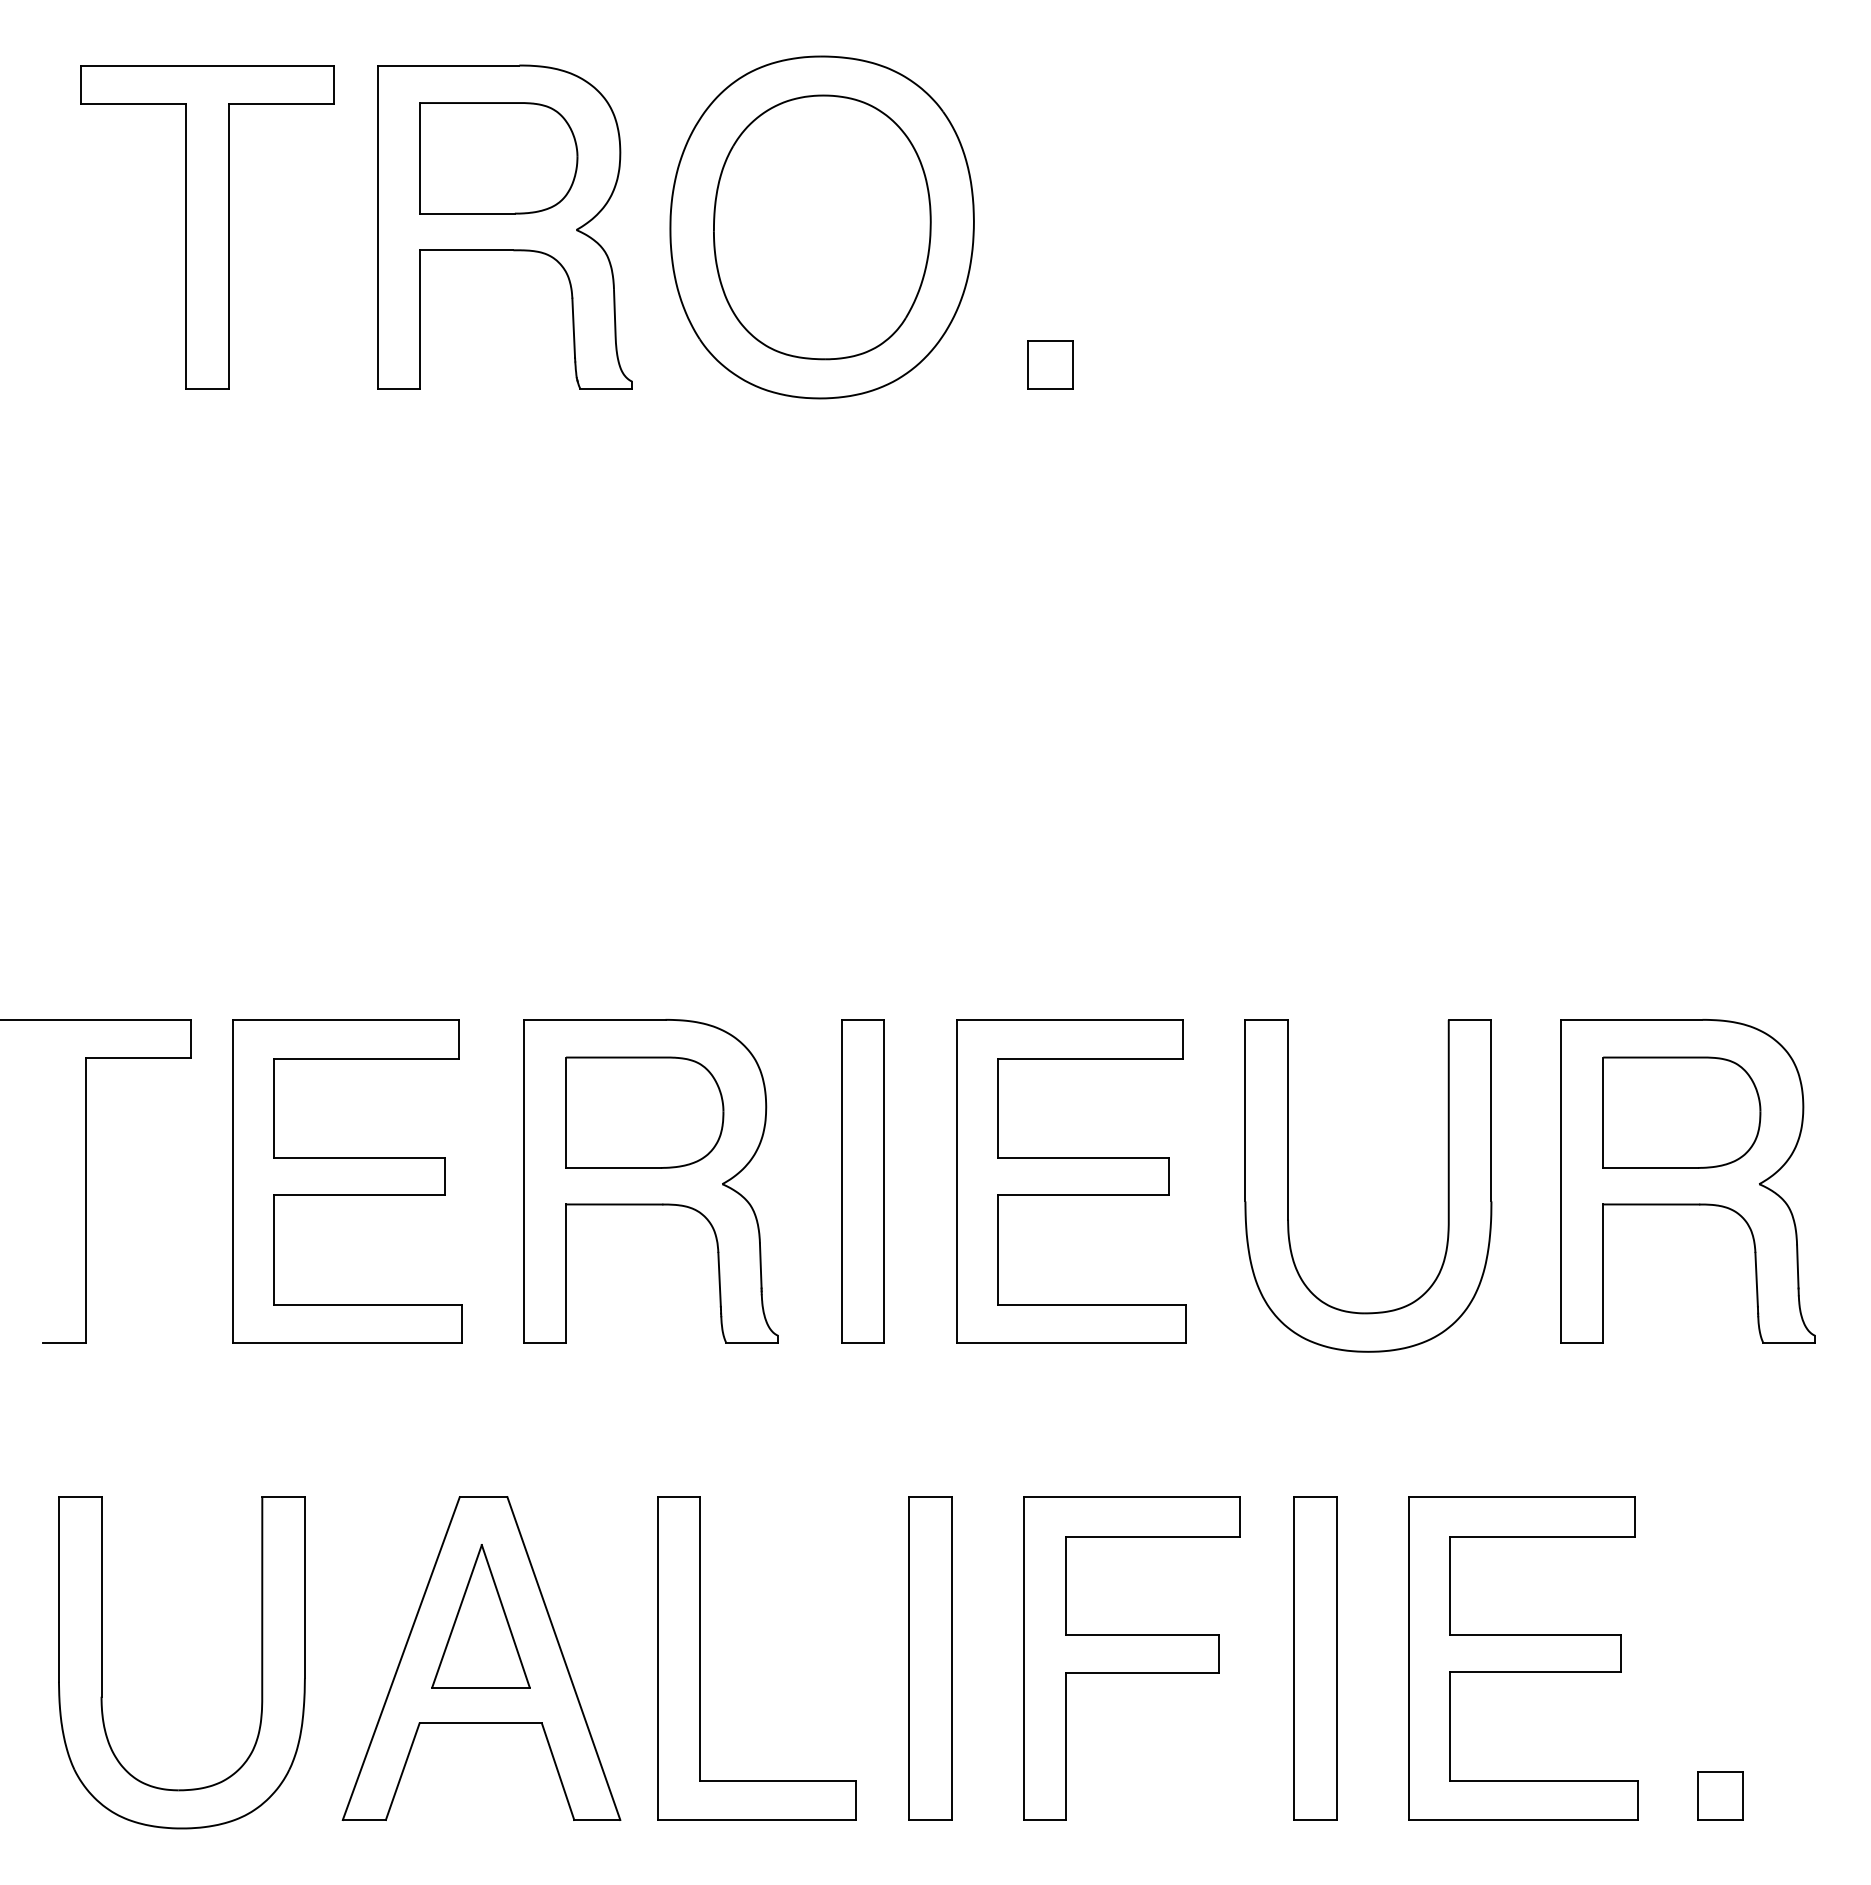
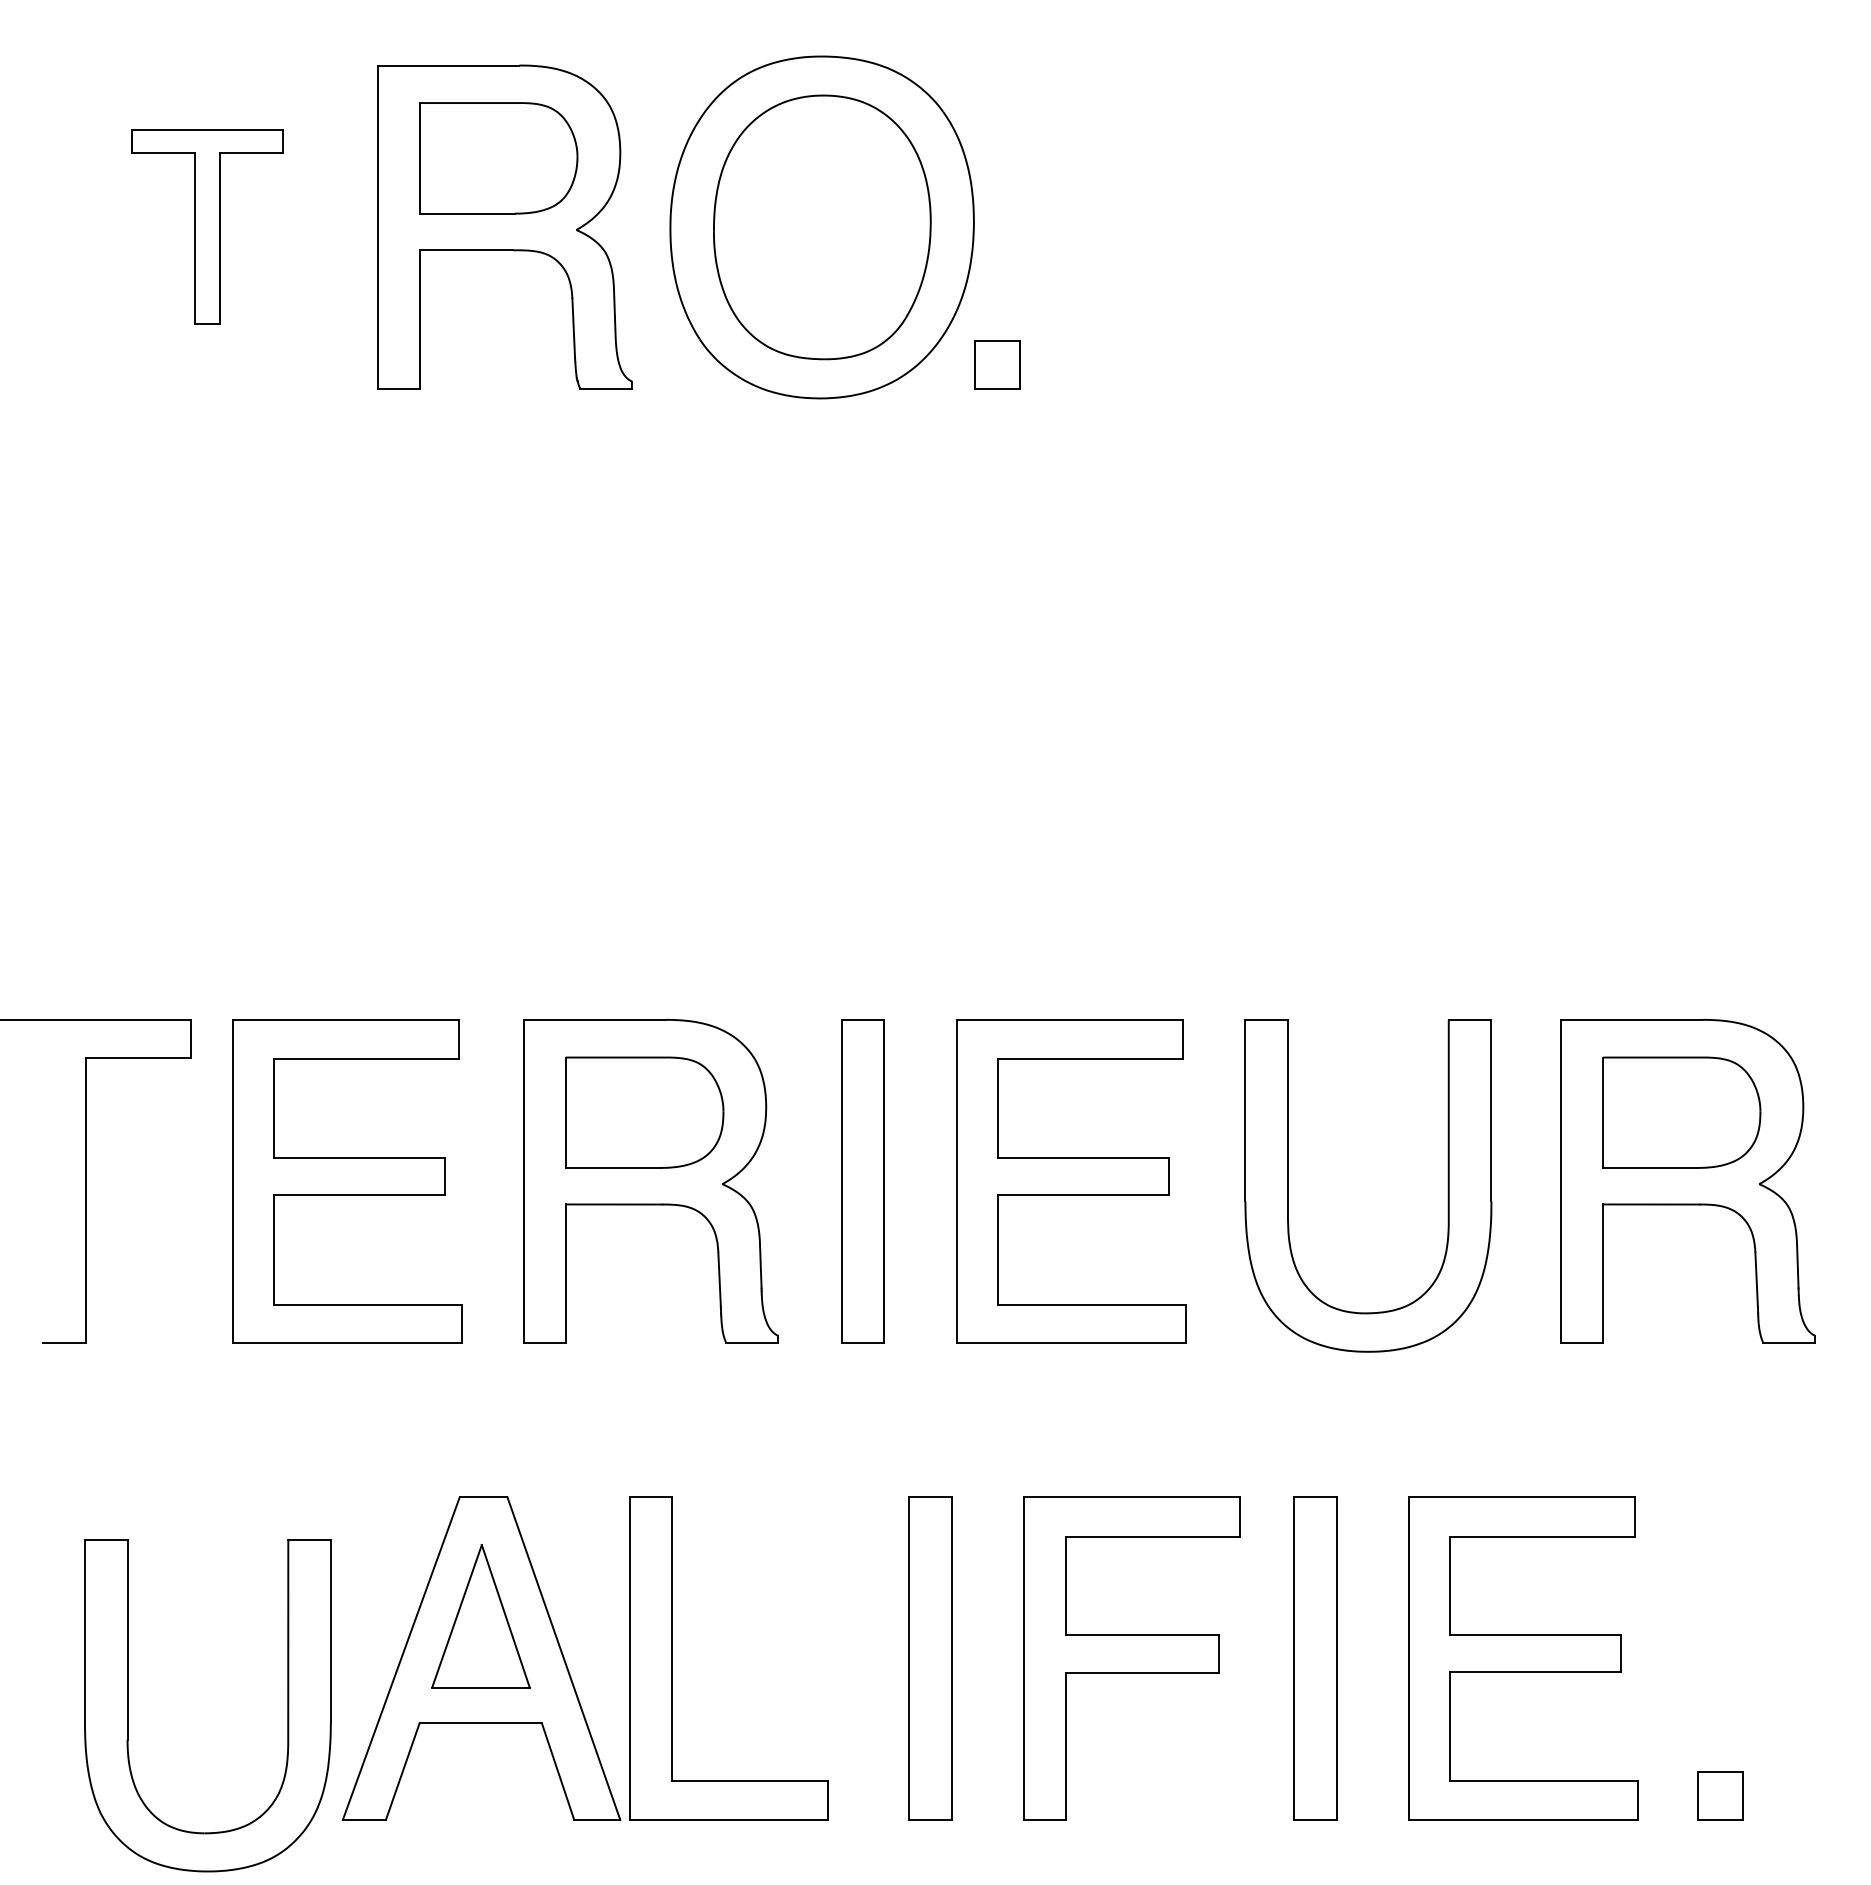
part at (207, 227) size: 255x325 px -> 153x196 px
part at (1050, 364) position: (1050, 364) -> (997, 364)
part at (700, 1658) position: (700, 1658) -> (672, 1658)
part at (102, 1662) position: (102, 1662) -> (128, 1705)
